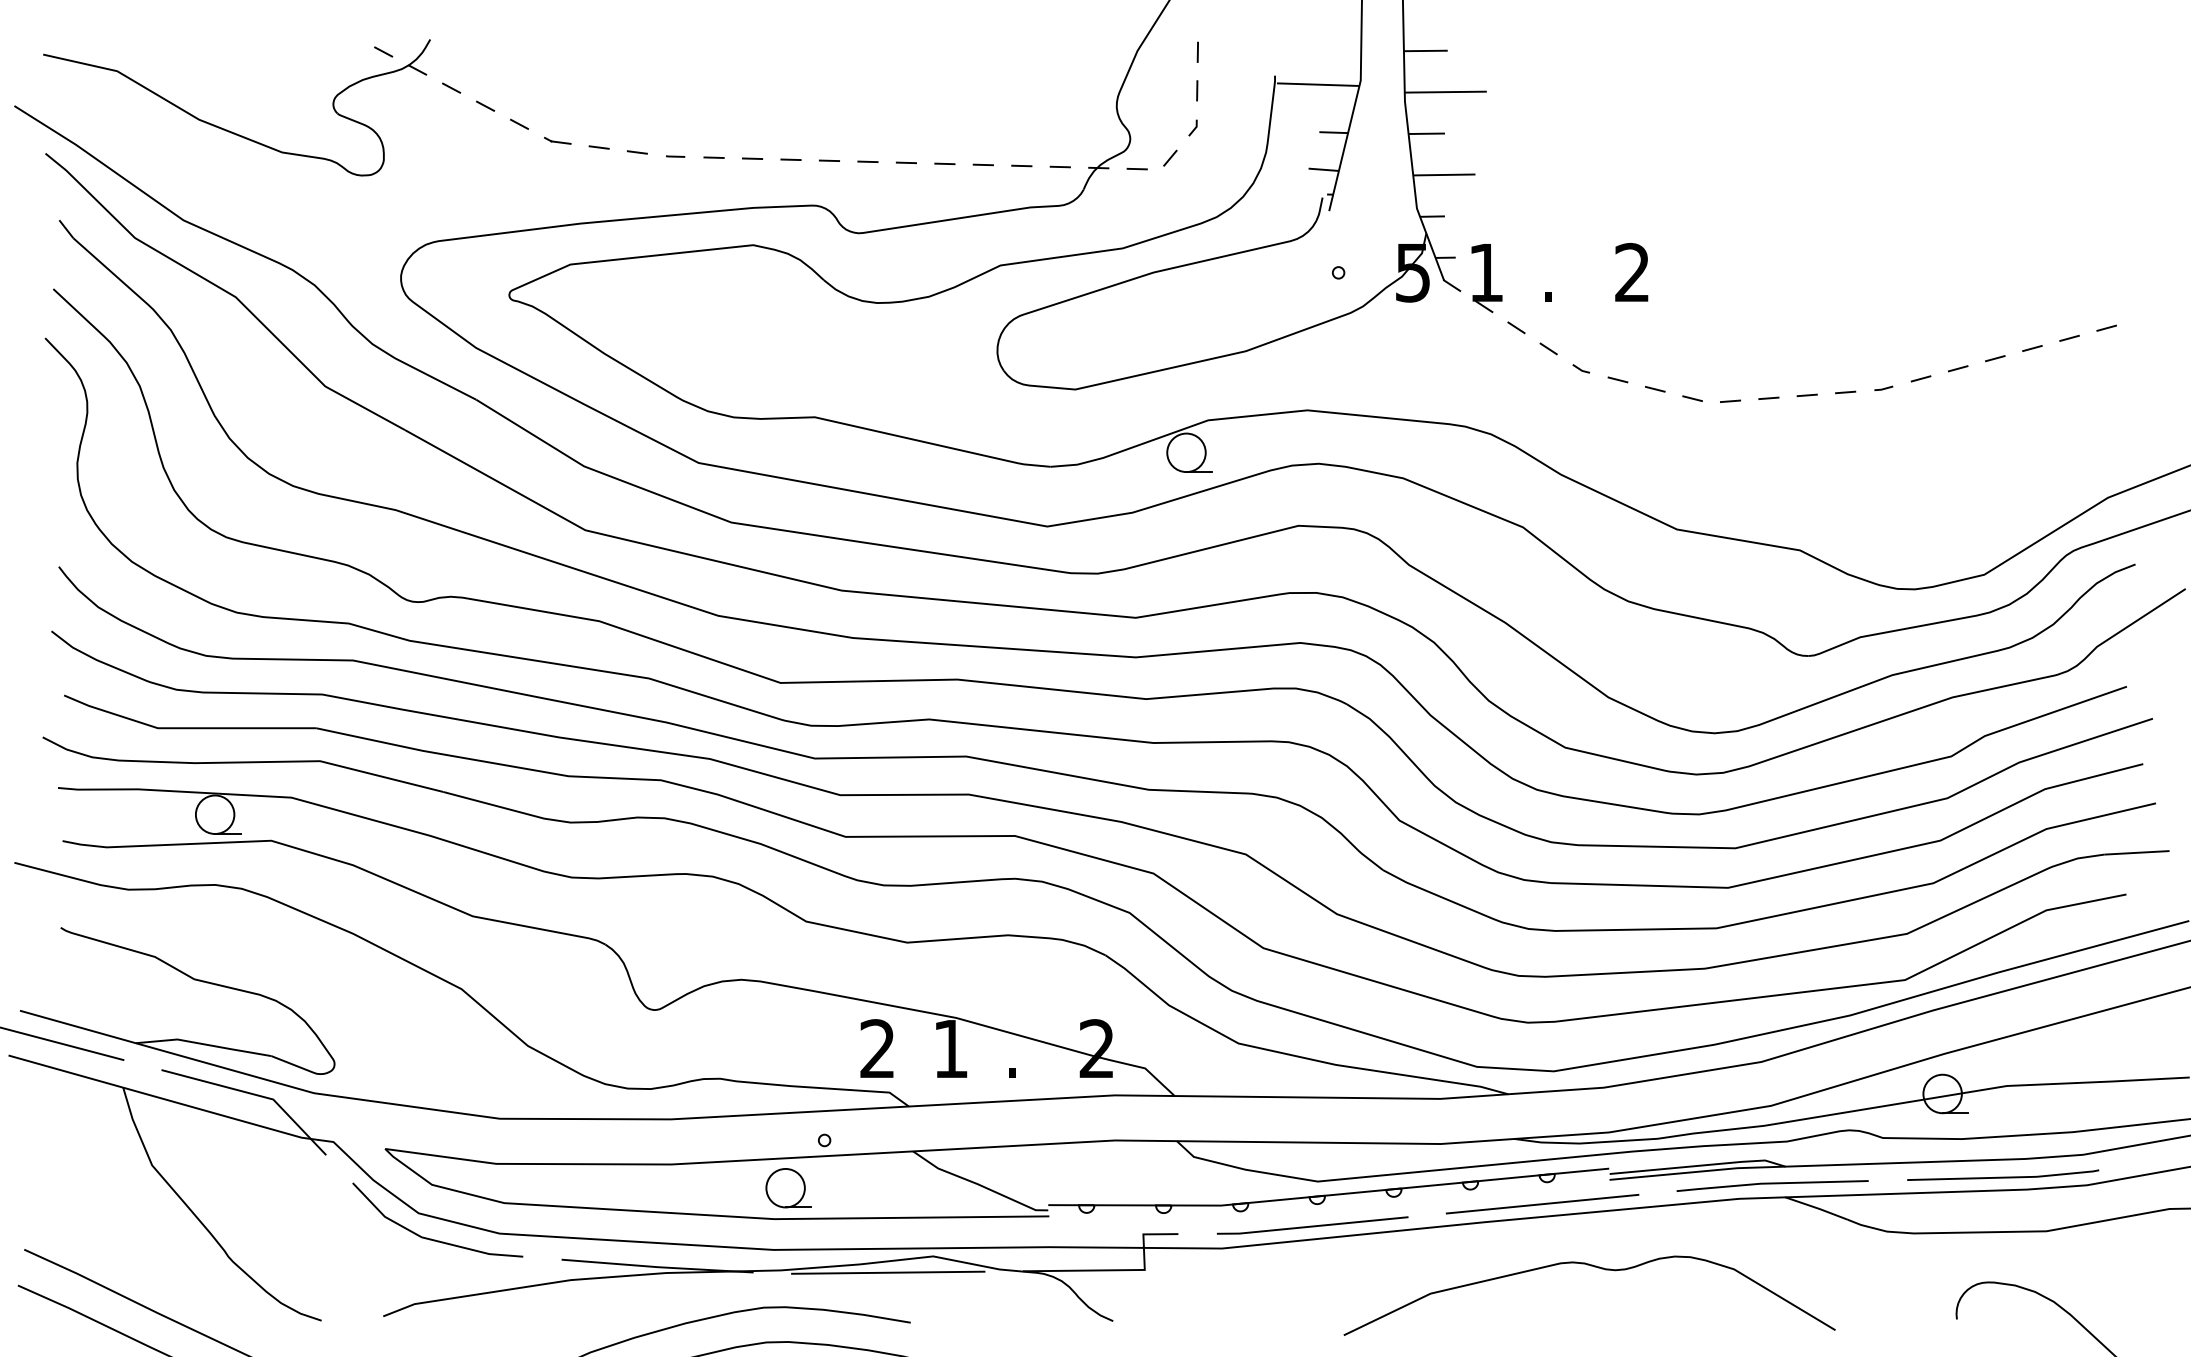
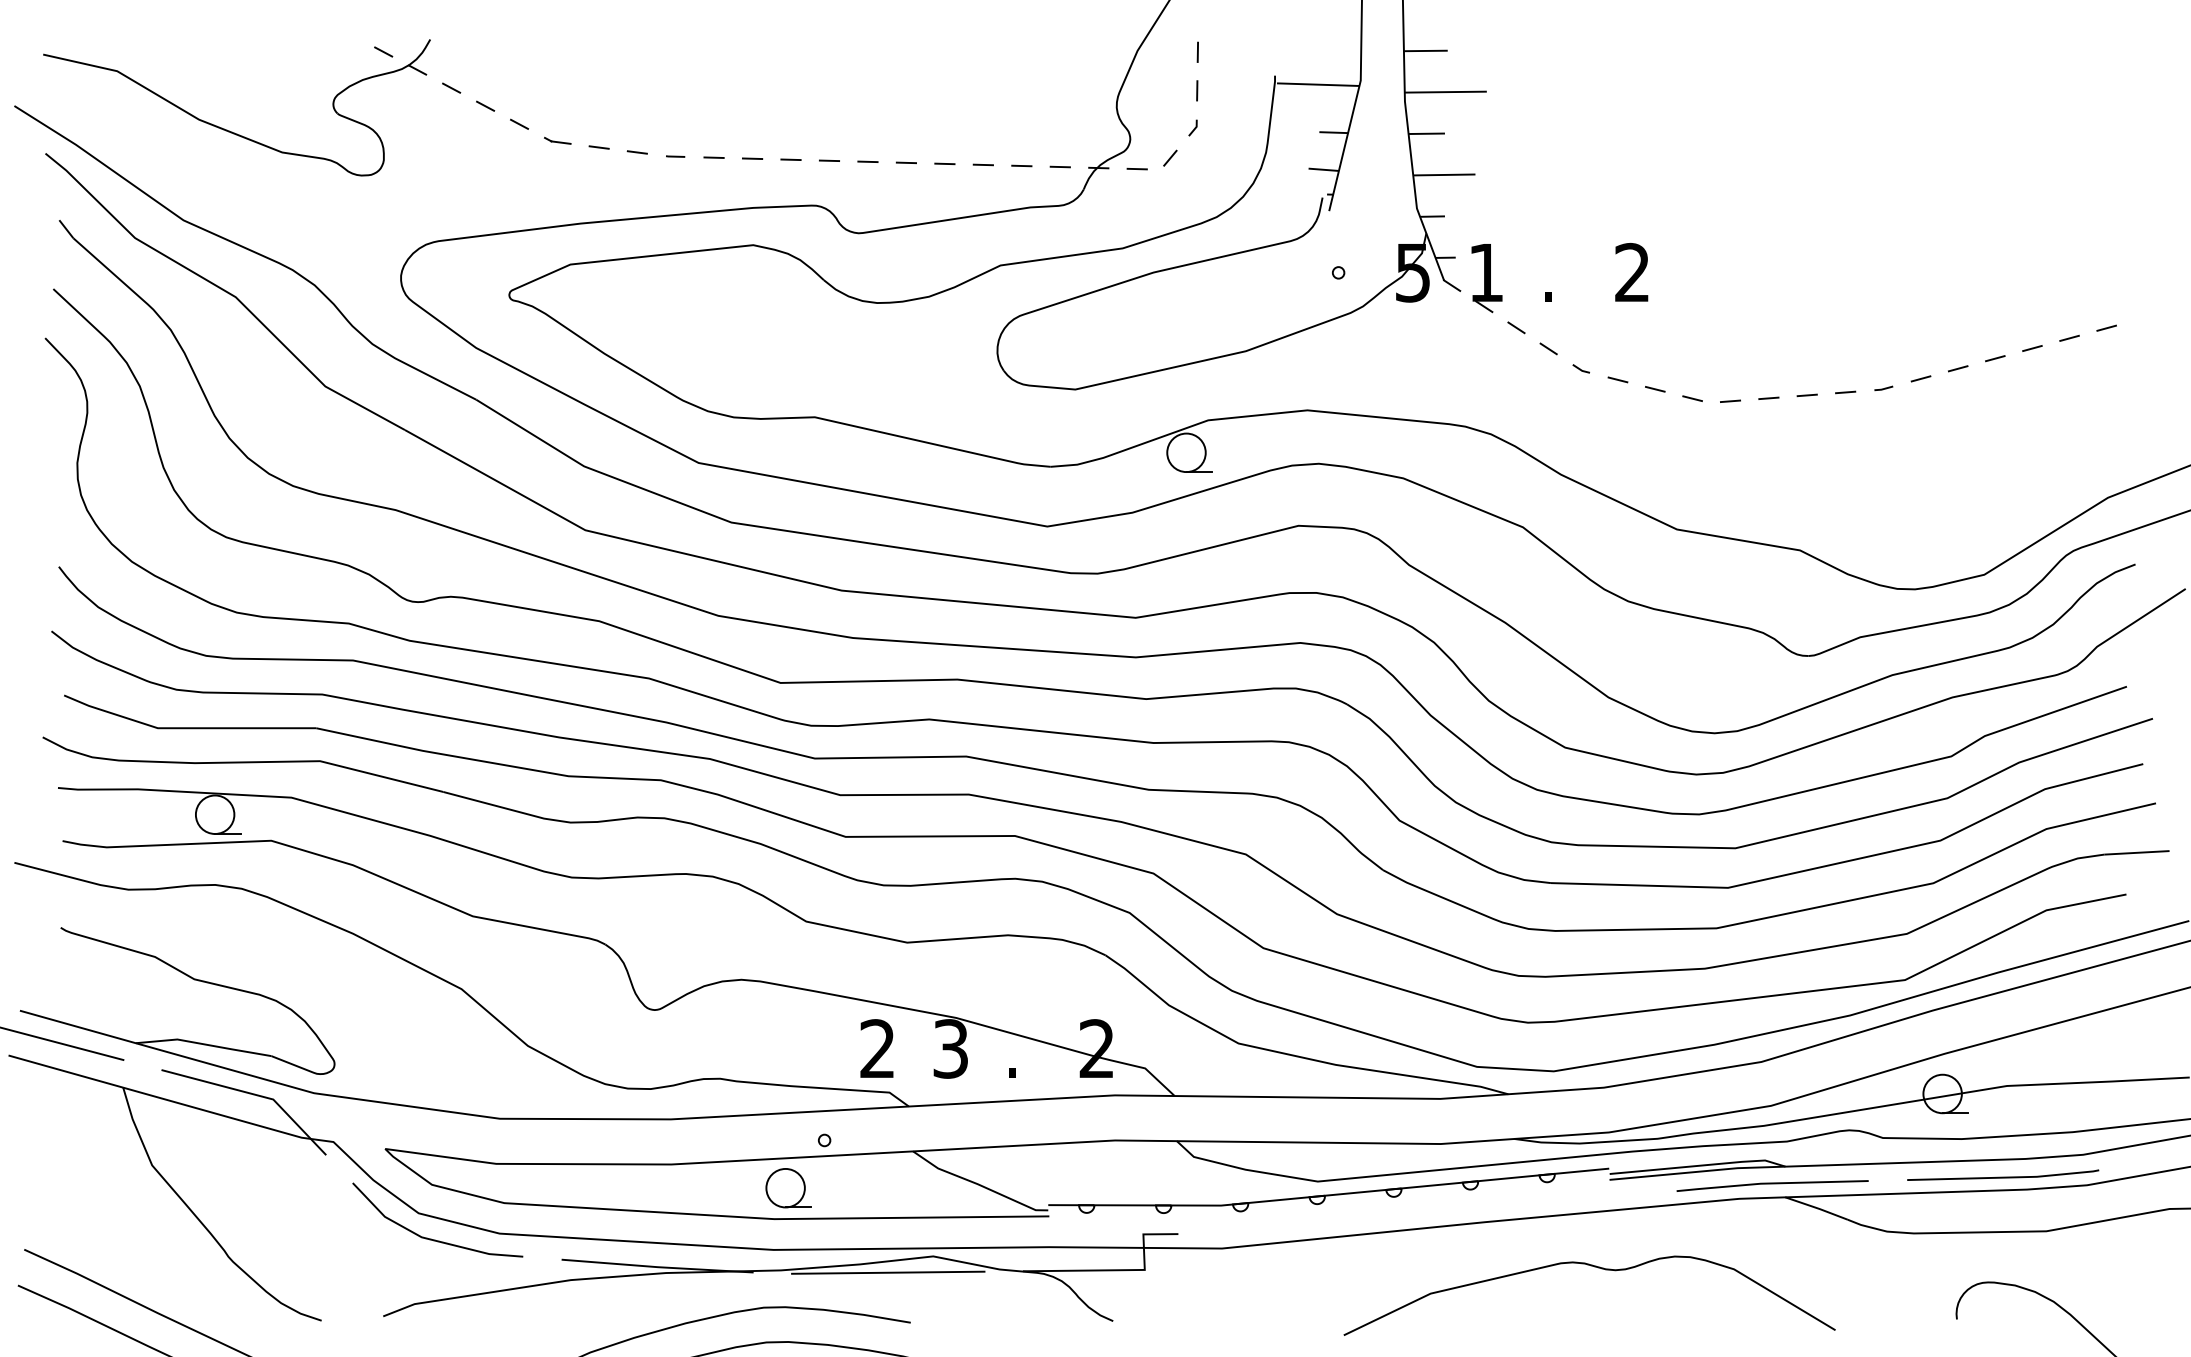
text at (950, 1048): 1 -> 3
line at (1542, 1203): present -> none
line at (1312, 1225): present -> none
